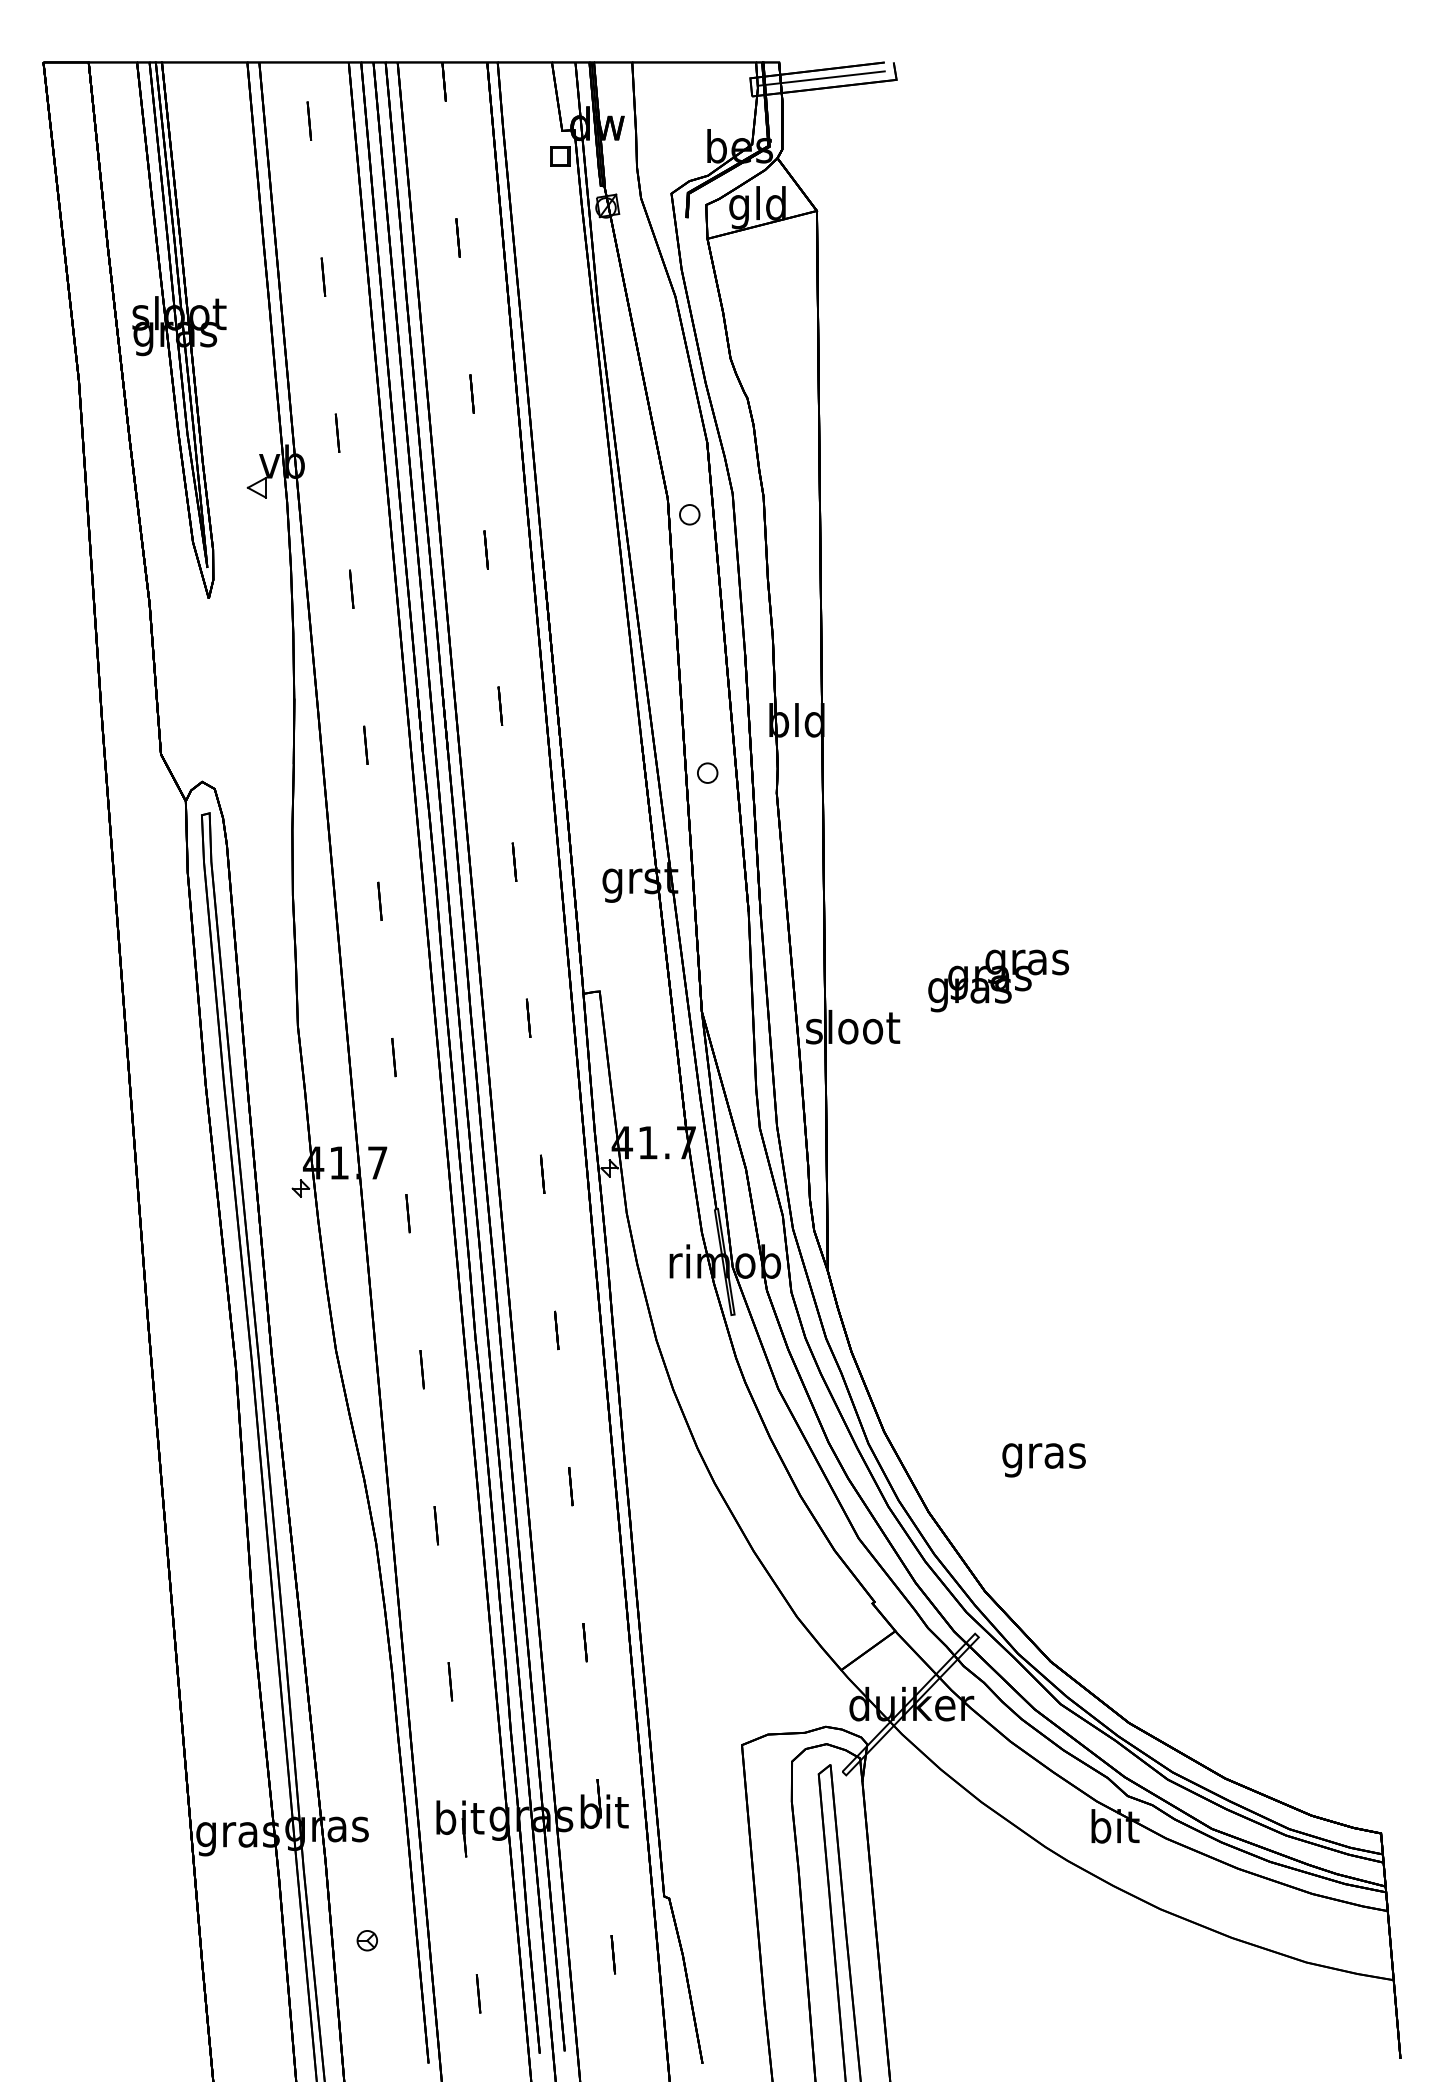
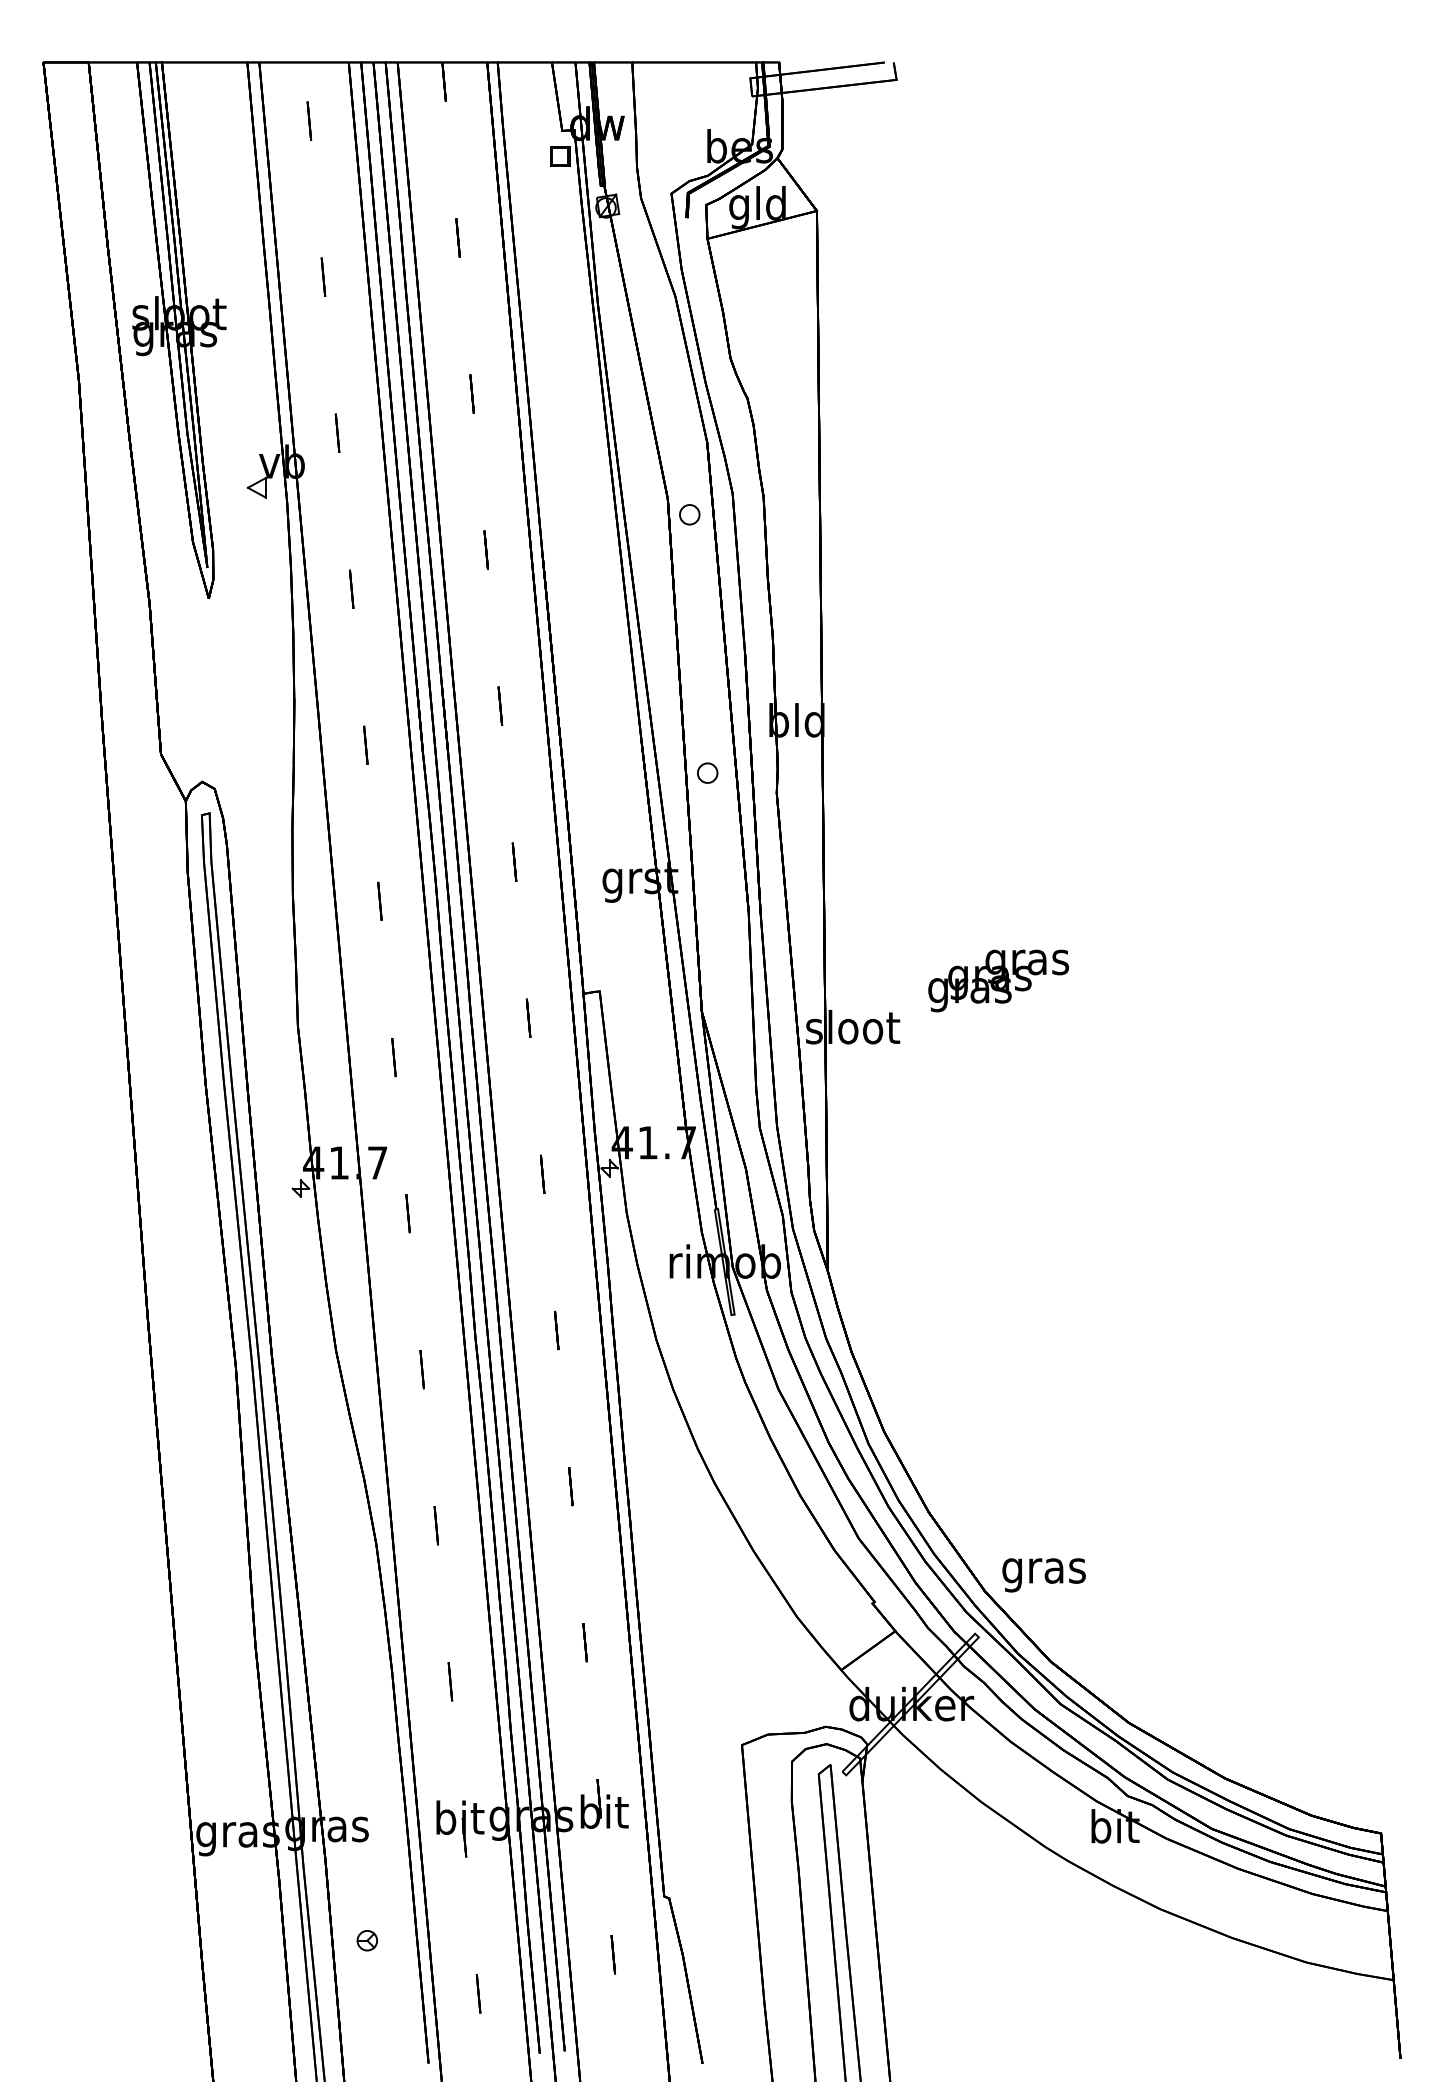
line at (821, 78): present -> none
text at (1043, 1460) position: (1043, 1460) -> (1043, 1575)
